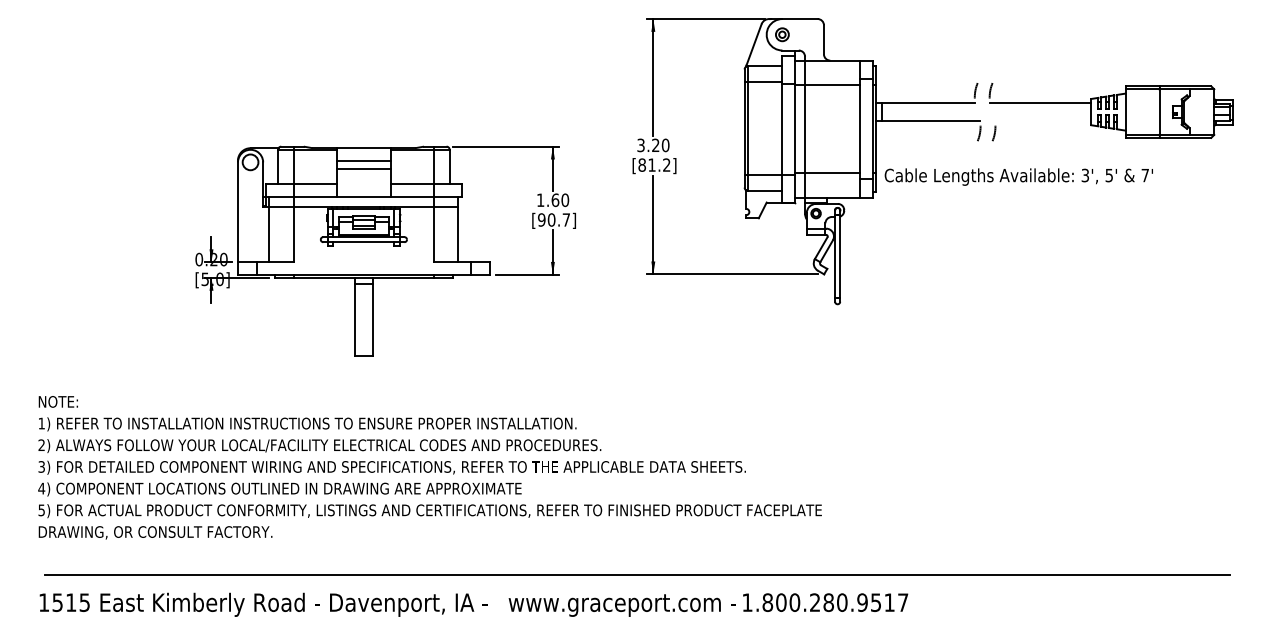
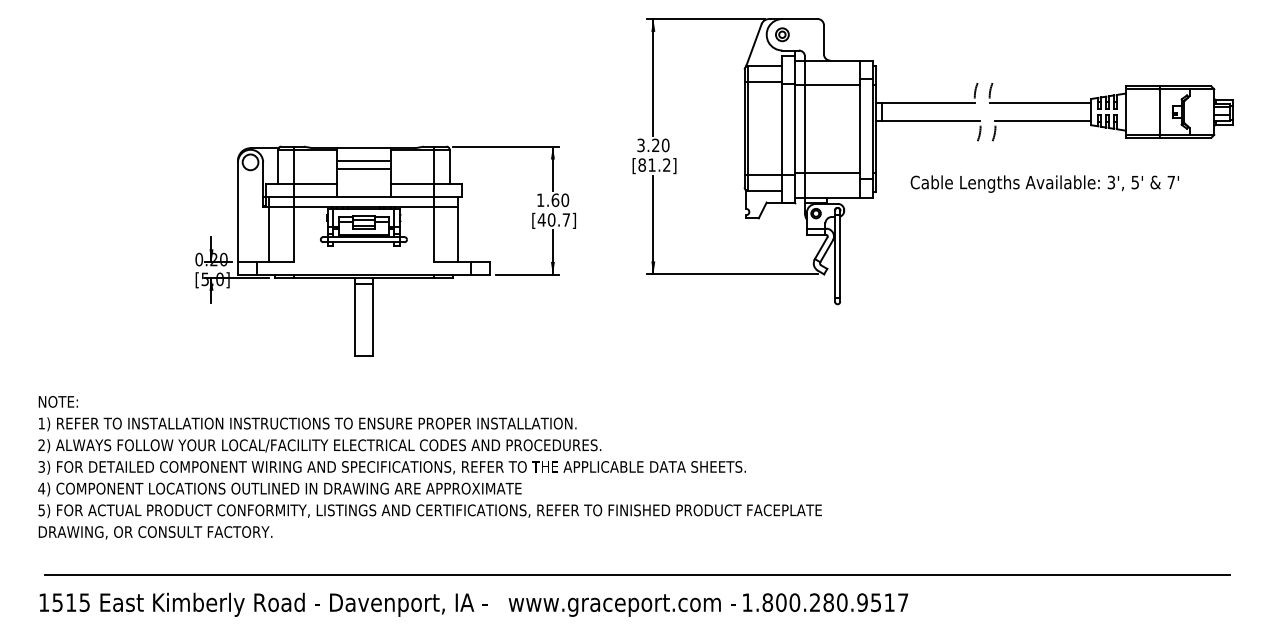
line at (1043, 121): none -> present
text at (1018, 176) position: (1018, 176) -> (1044, 183)
text at (541, 219): [90.7] -> [40.7]
